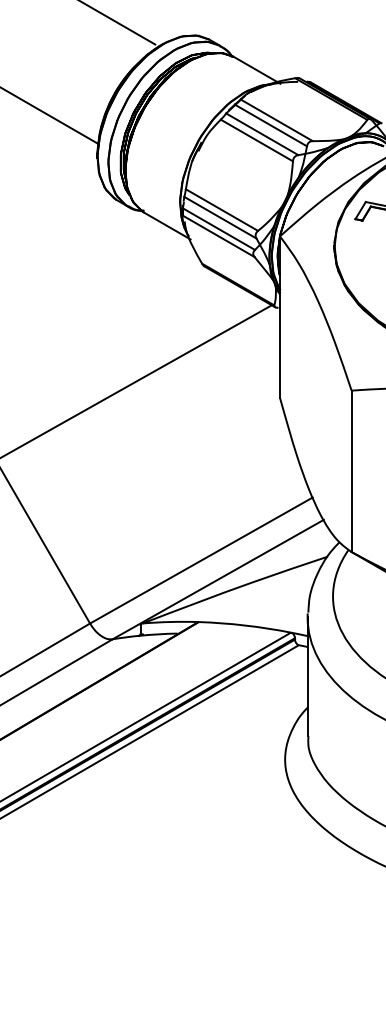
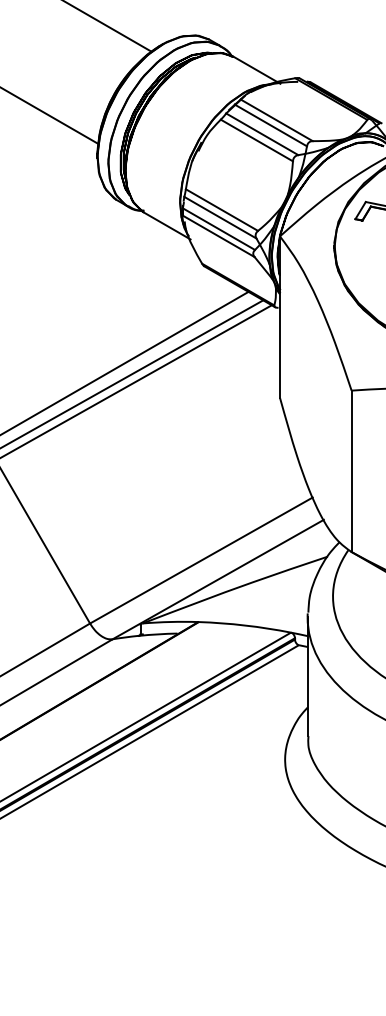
line at (118, 23) position: (118, 23) -> (108, 26)
line at (125, 362): none -> present
line at (132, 373): none -> present
